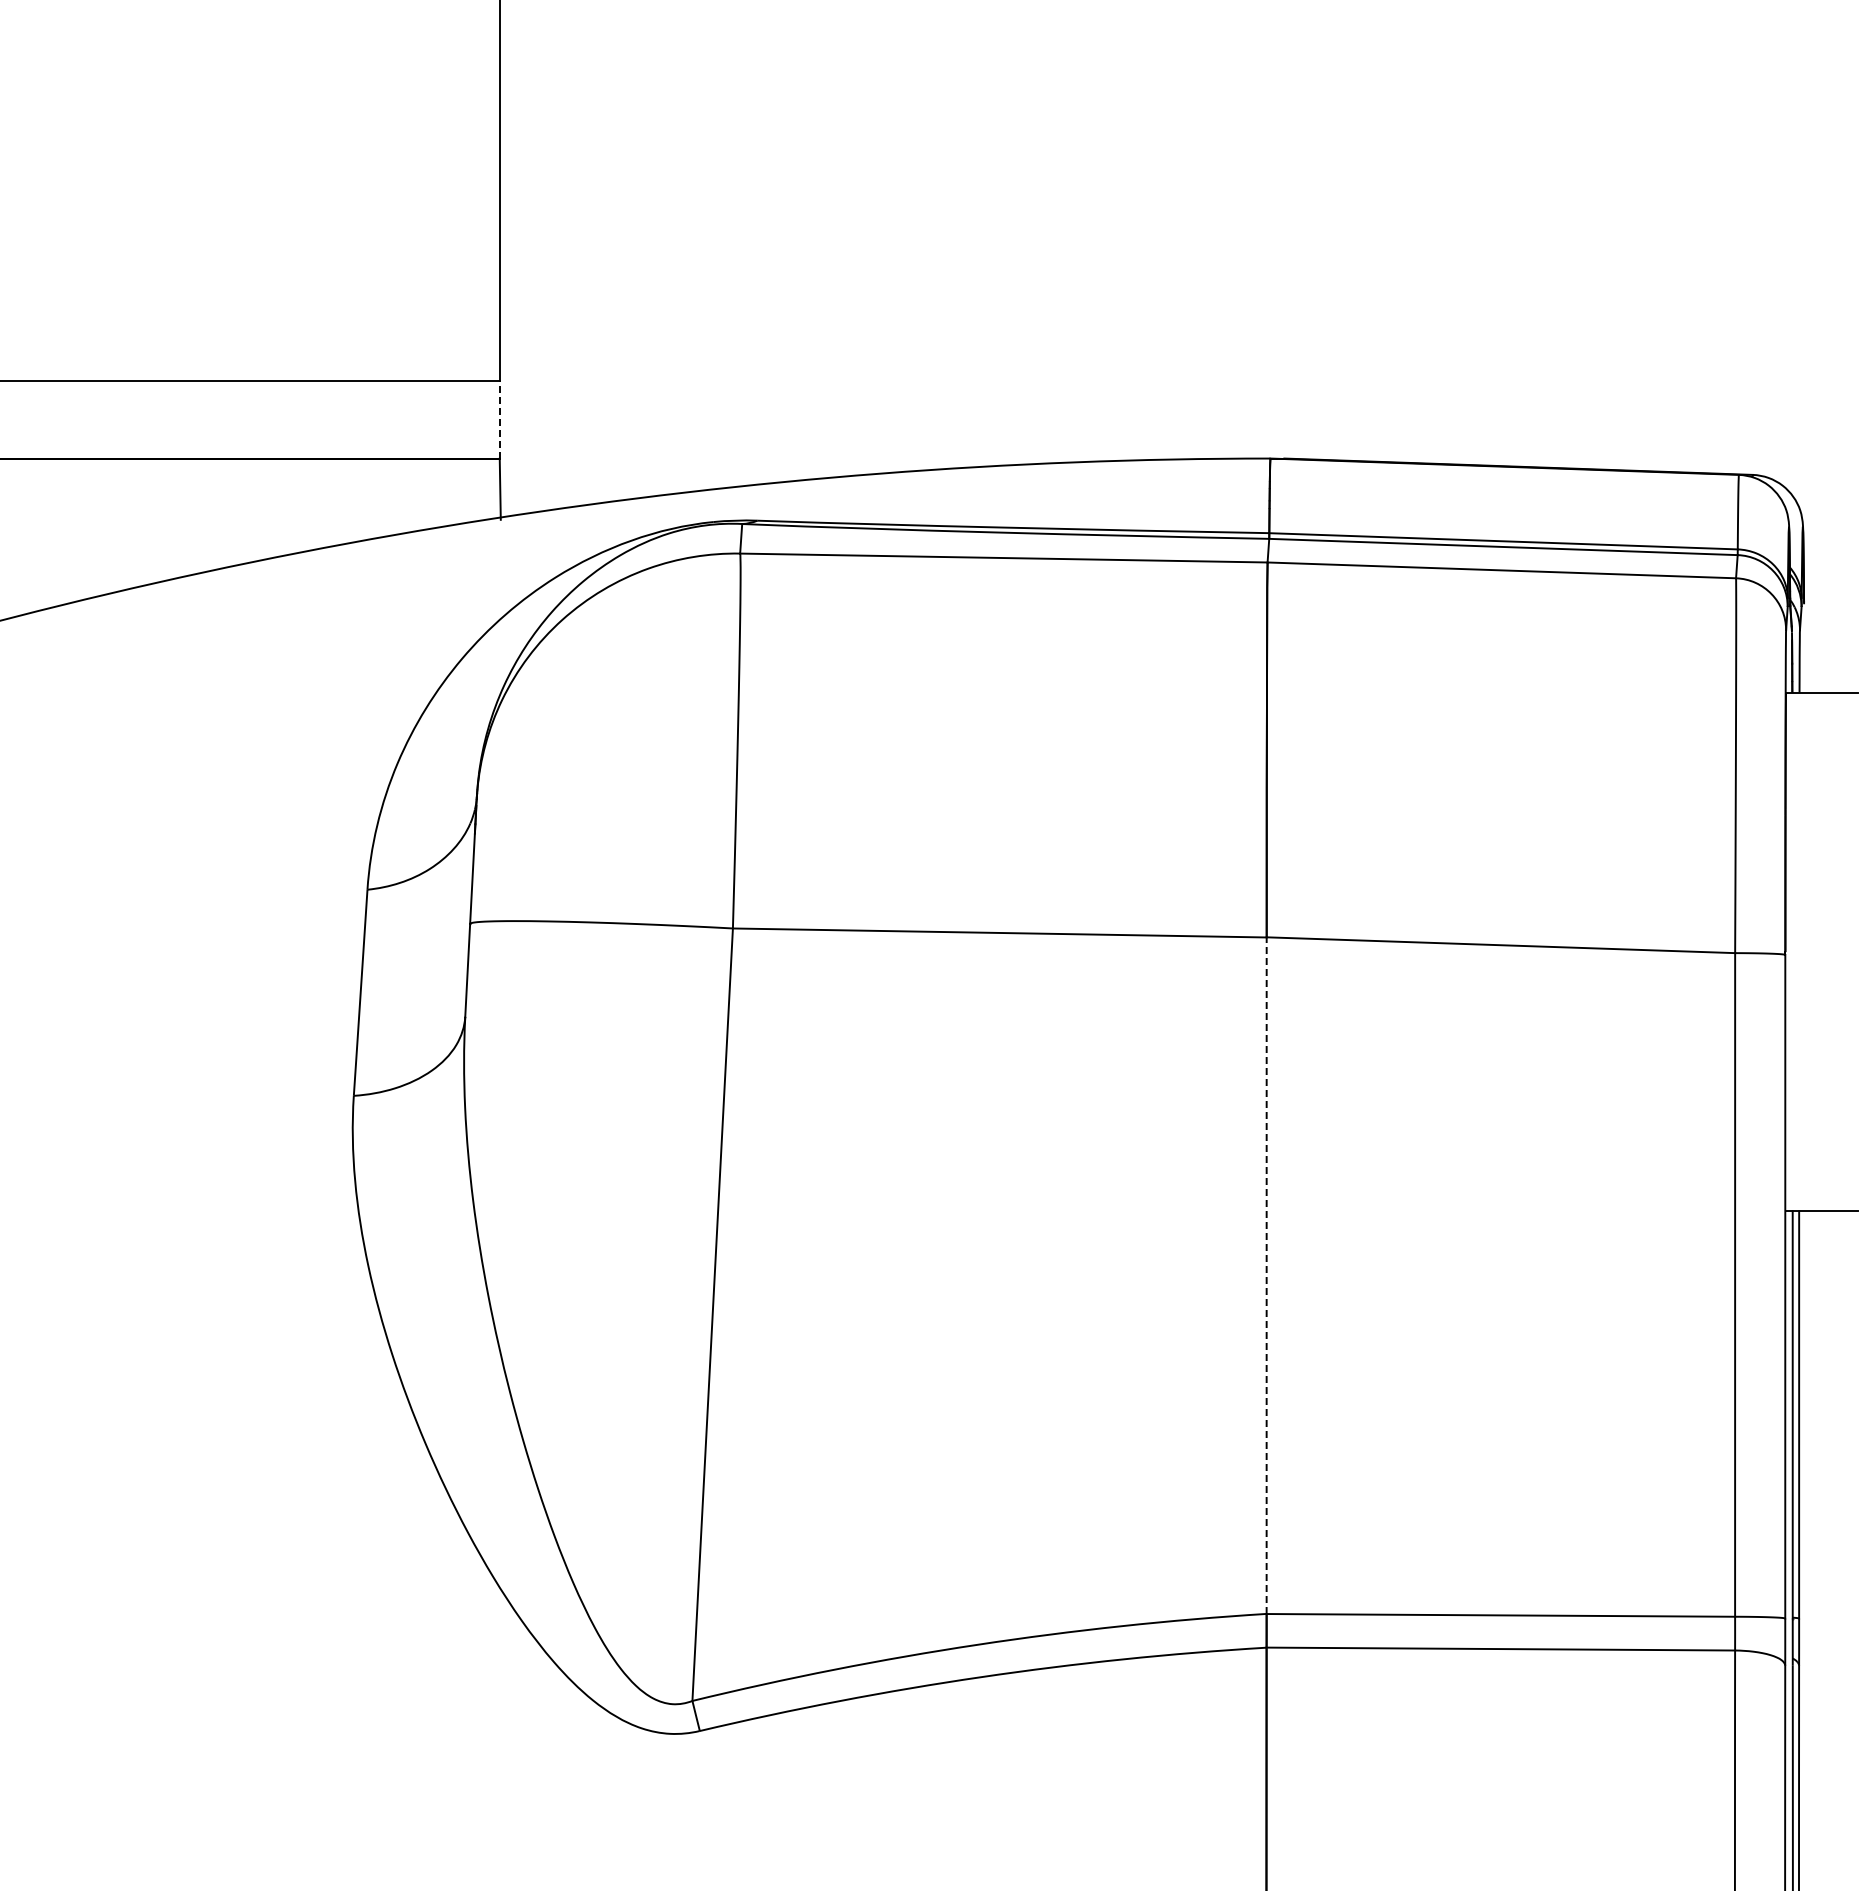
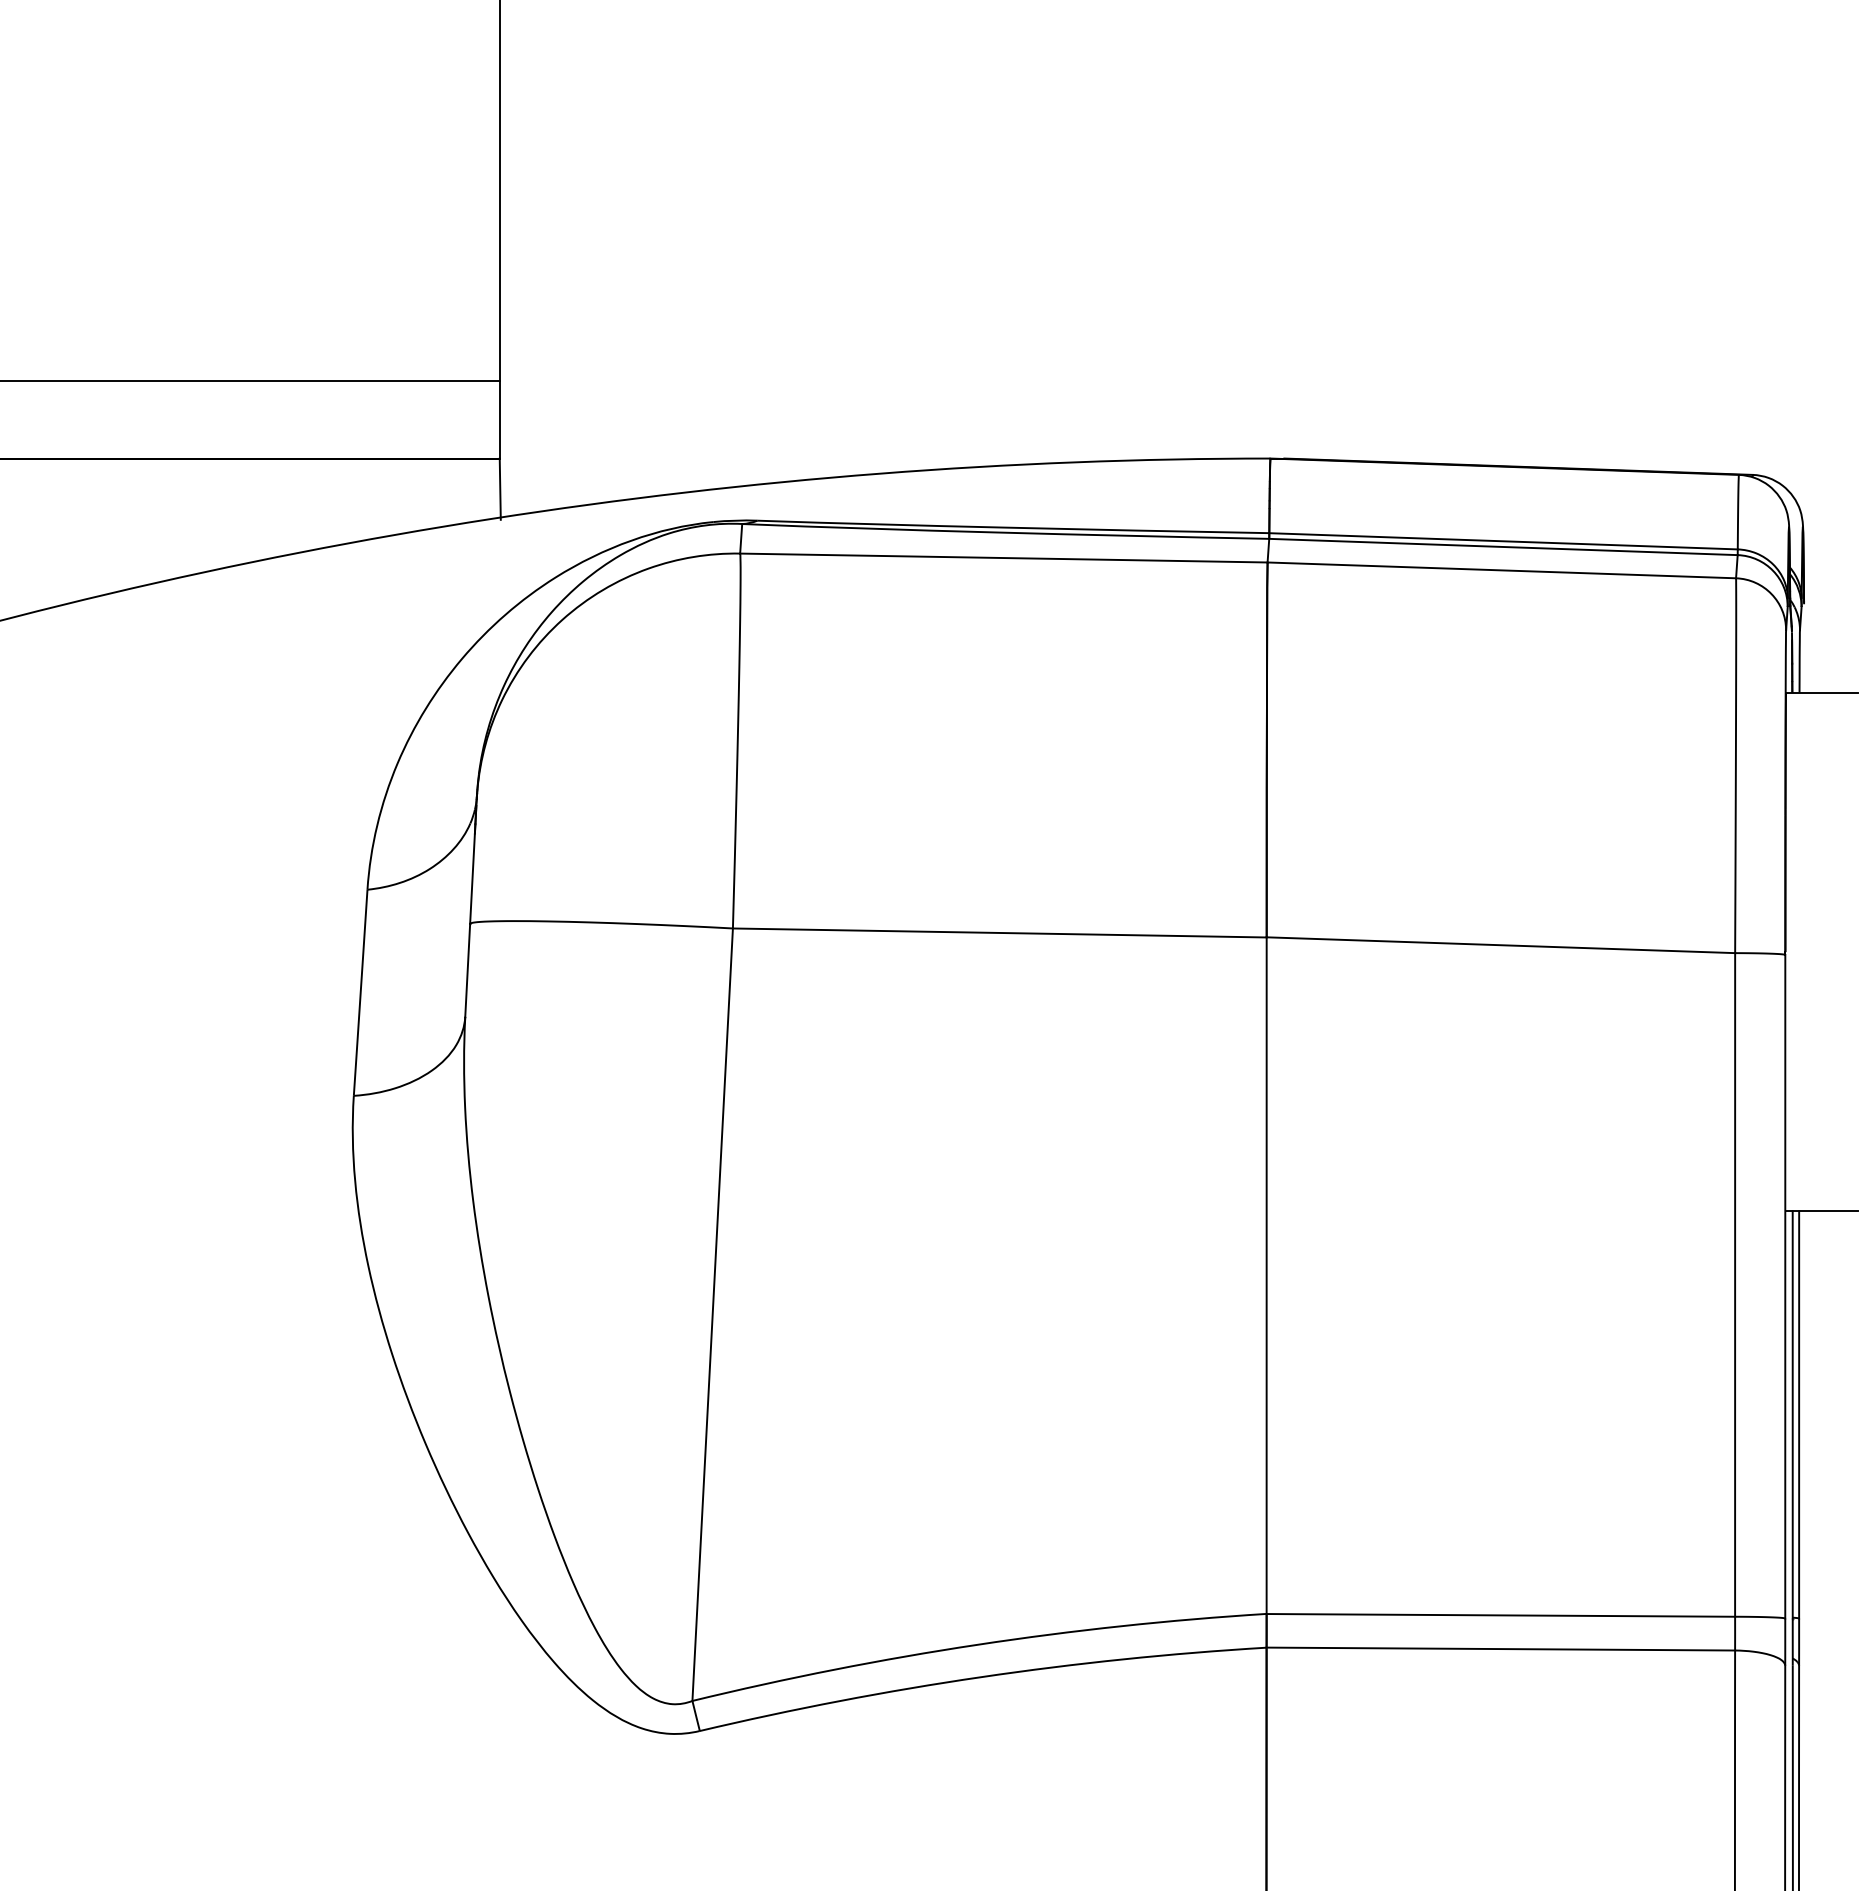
line at (499, 419): dashed -> solid
line at (1266, 1275): dashed -> solid
